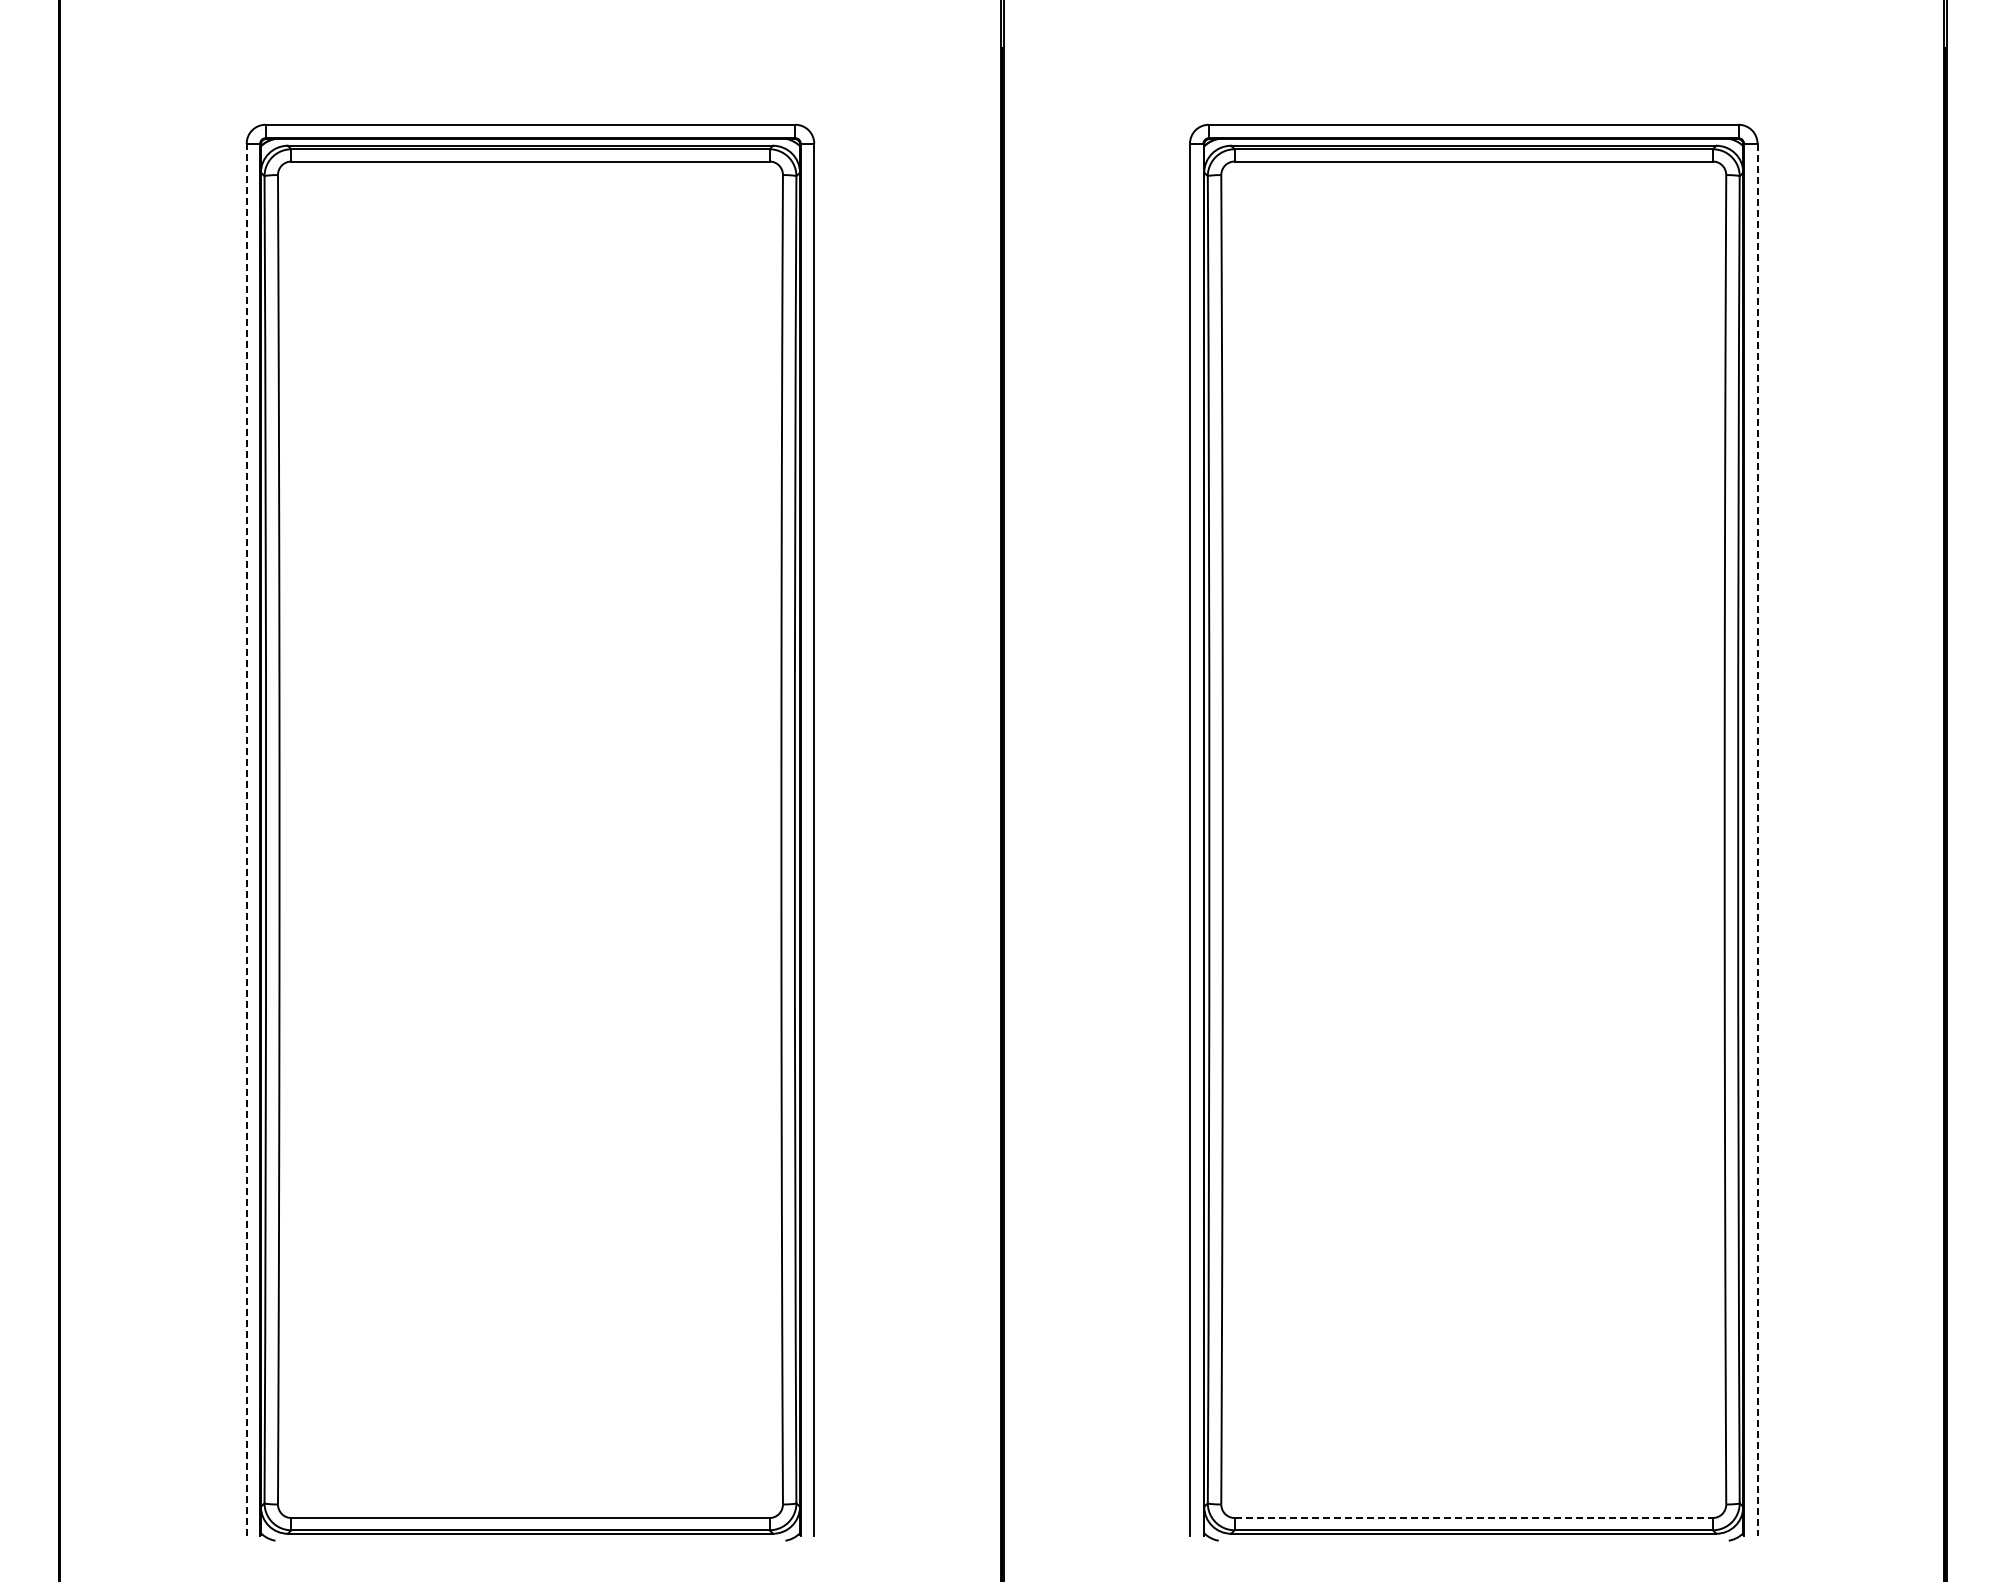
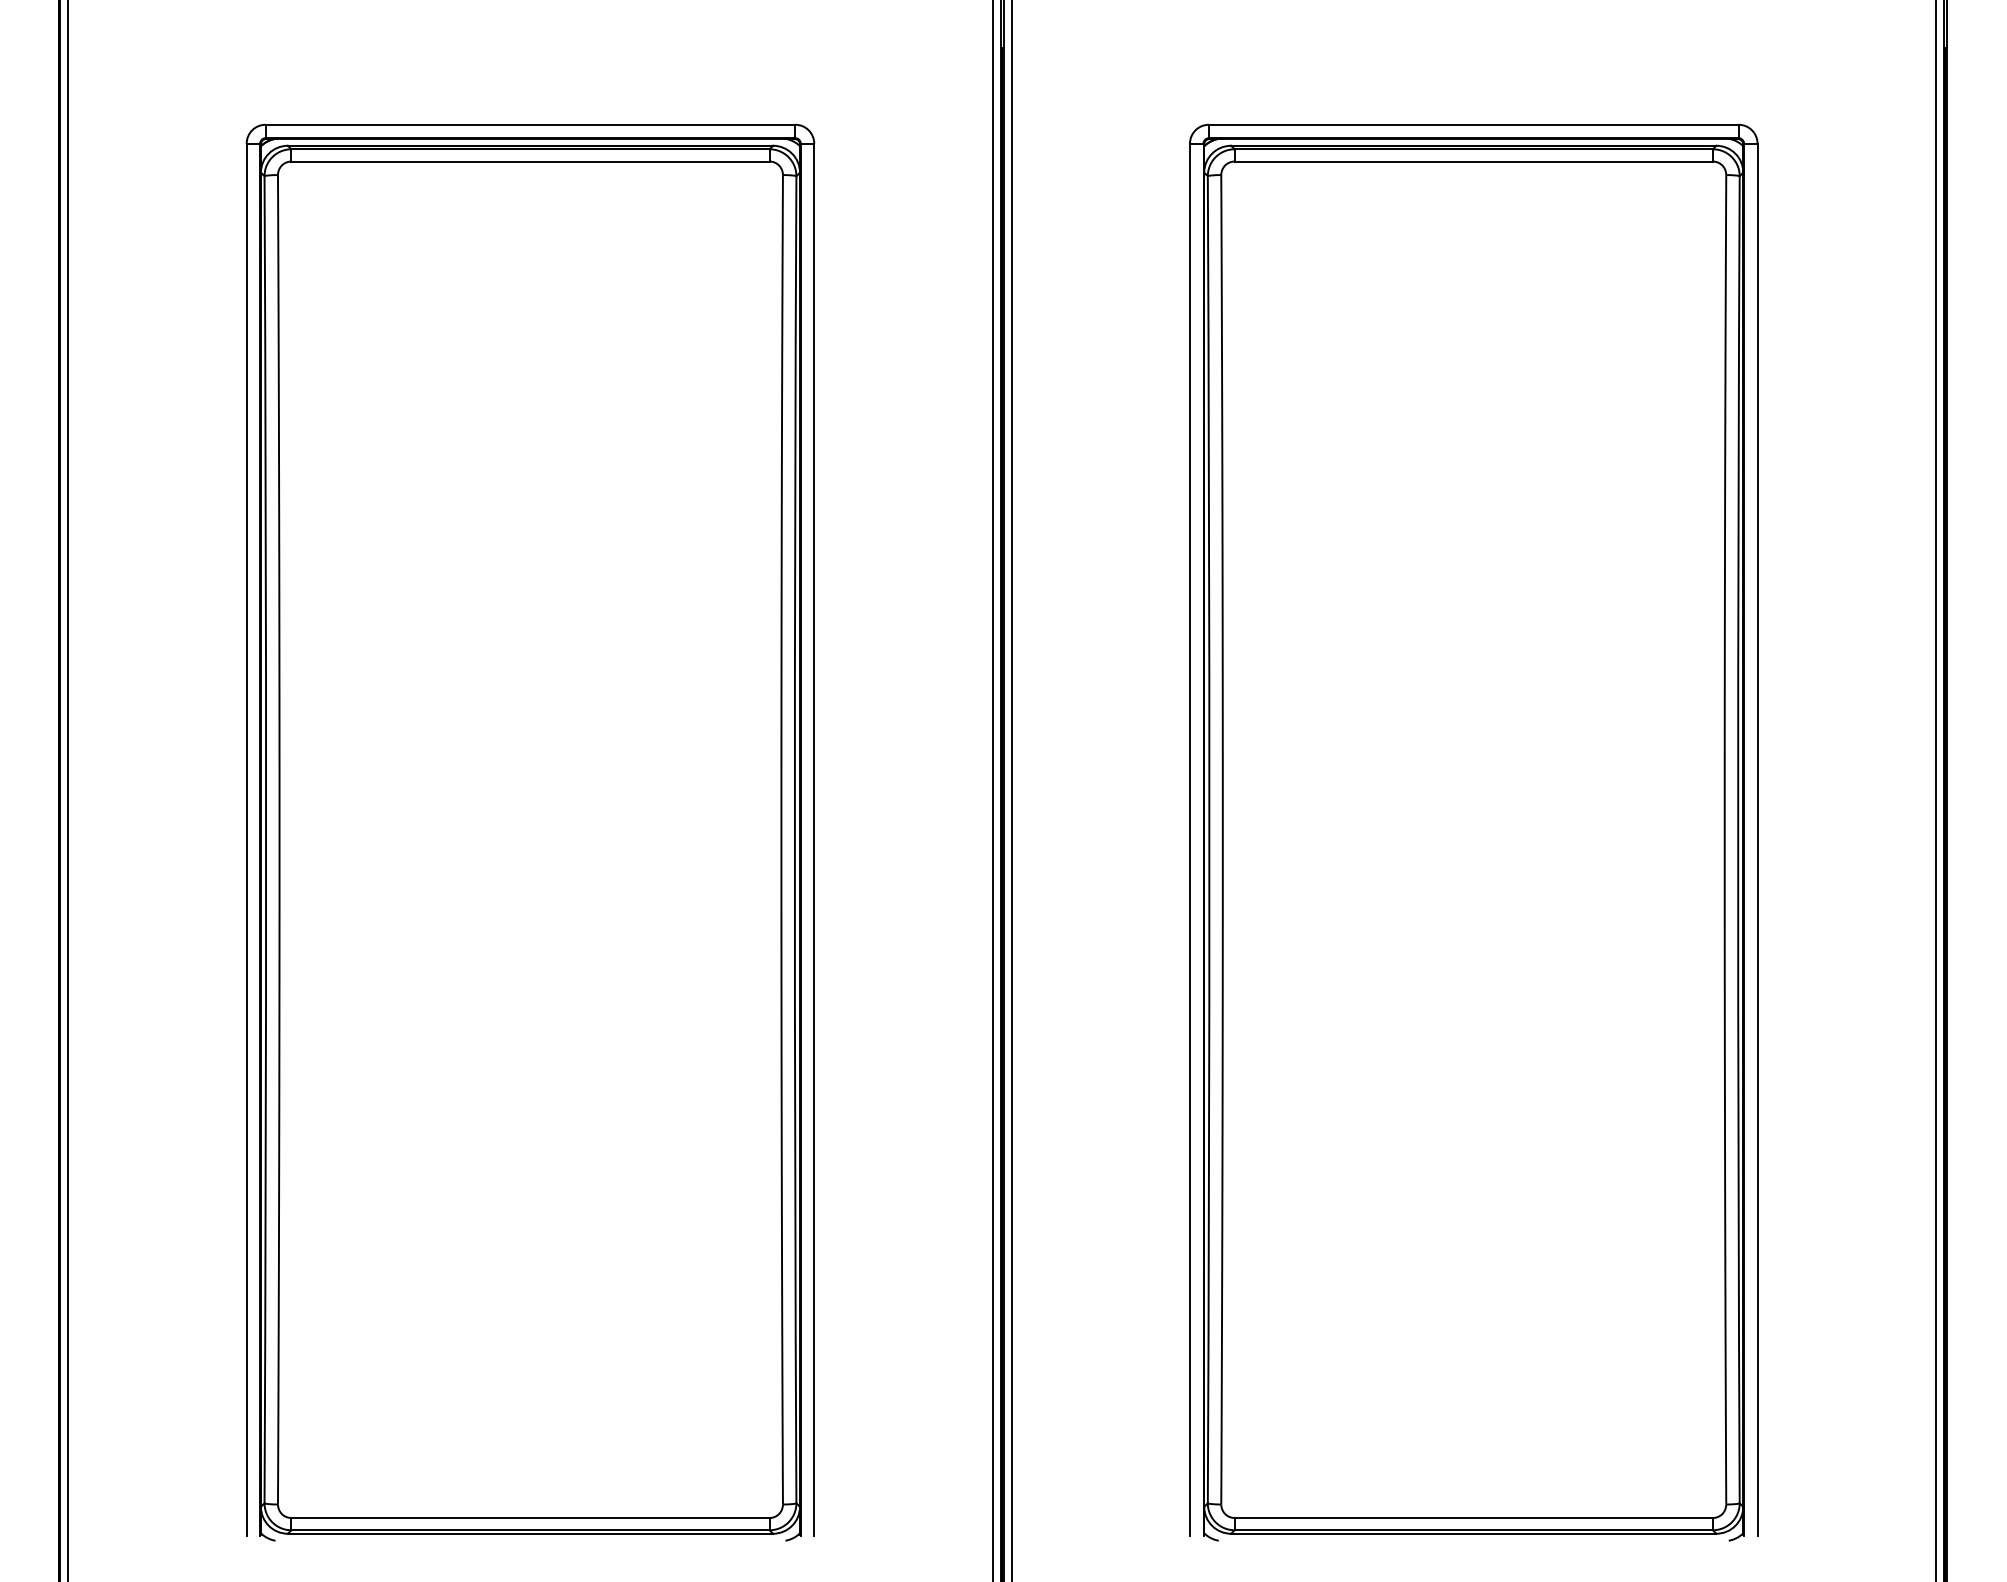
line at (68, 790): none -> present
line at (992, 790): none -> present
line at (1011, 790): none -> present
line at (1935, 790): none -> present
line at (246, 839): dashed -> solid
line at (1757, 840): dashed -> solid
line at (1474, 1518): dashed -> solid
